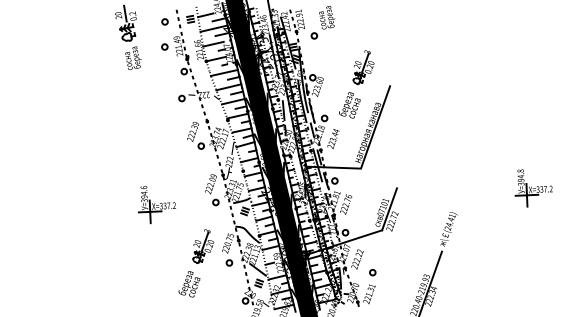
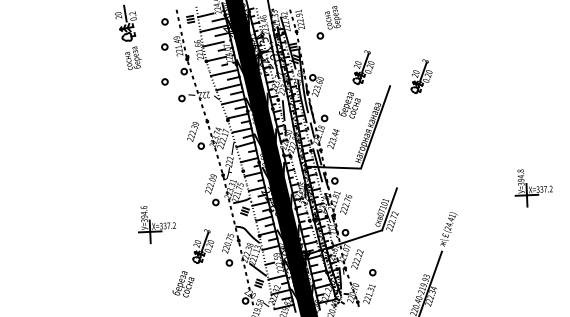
part at (322, 22) position: (322, 22) -> (328, 22)
part at (421, 76): none -> present
circle at (164, 81): none -> present
part at (156, 205) position: (156, 205) -> (156, 225)
text at (189, 284) position: (189, 284) -> (183, 284)
